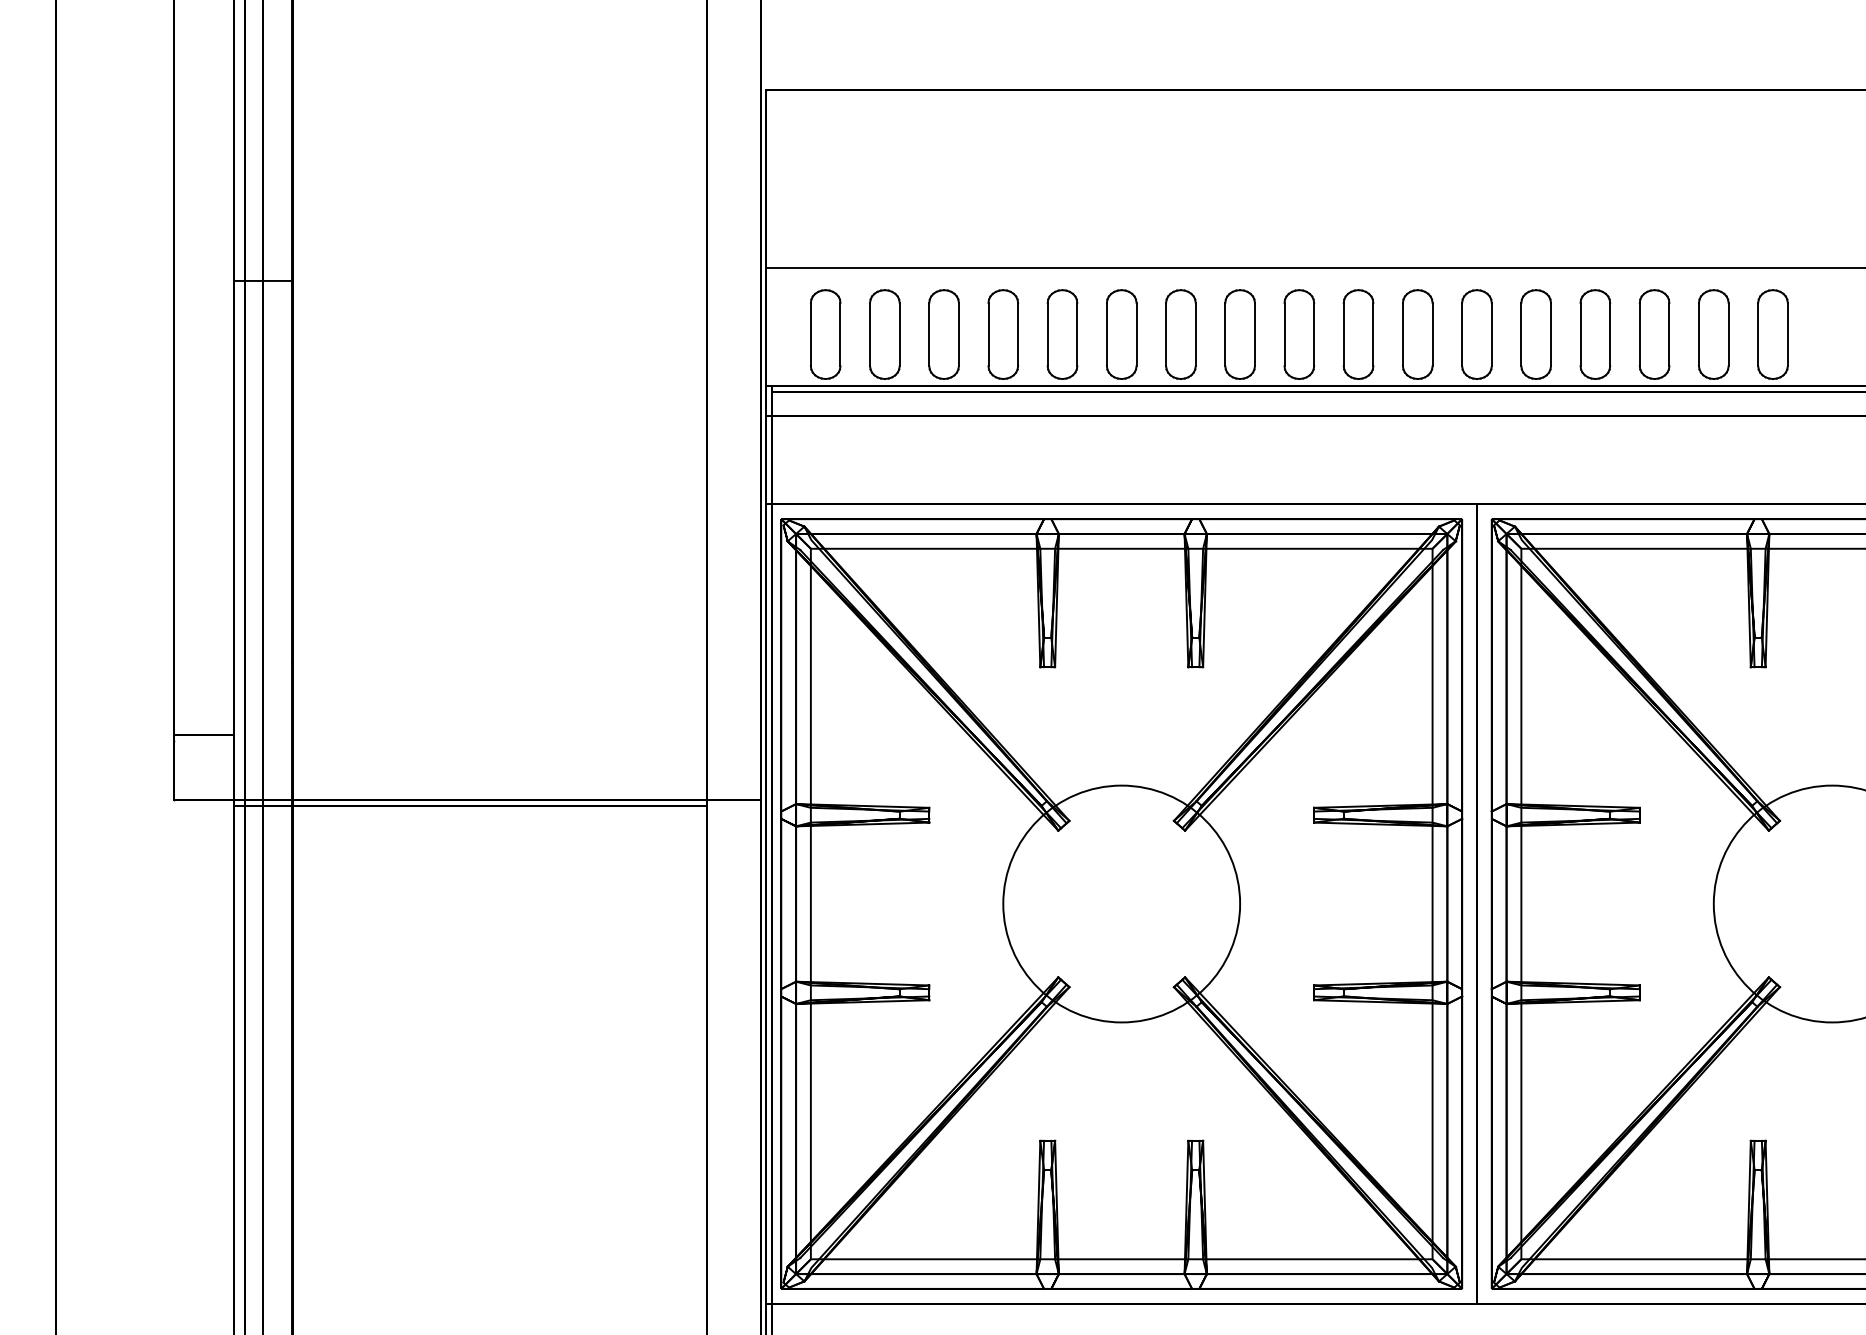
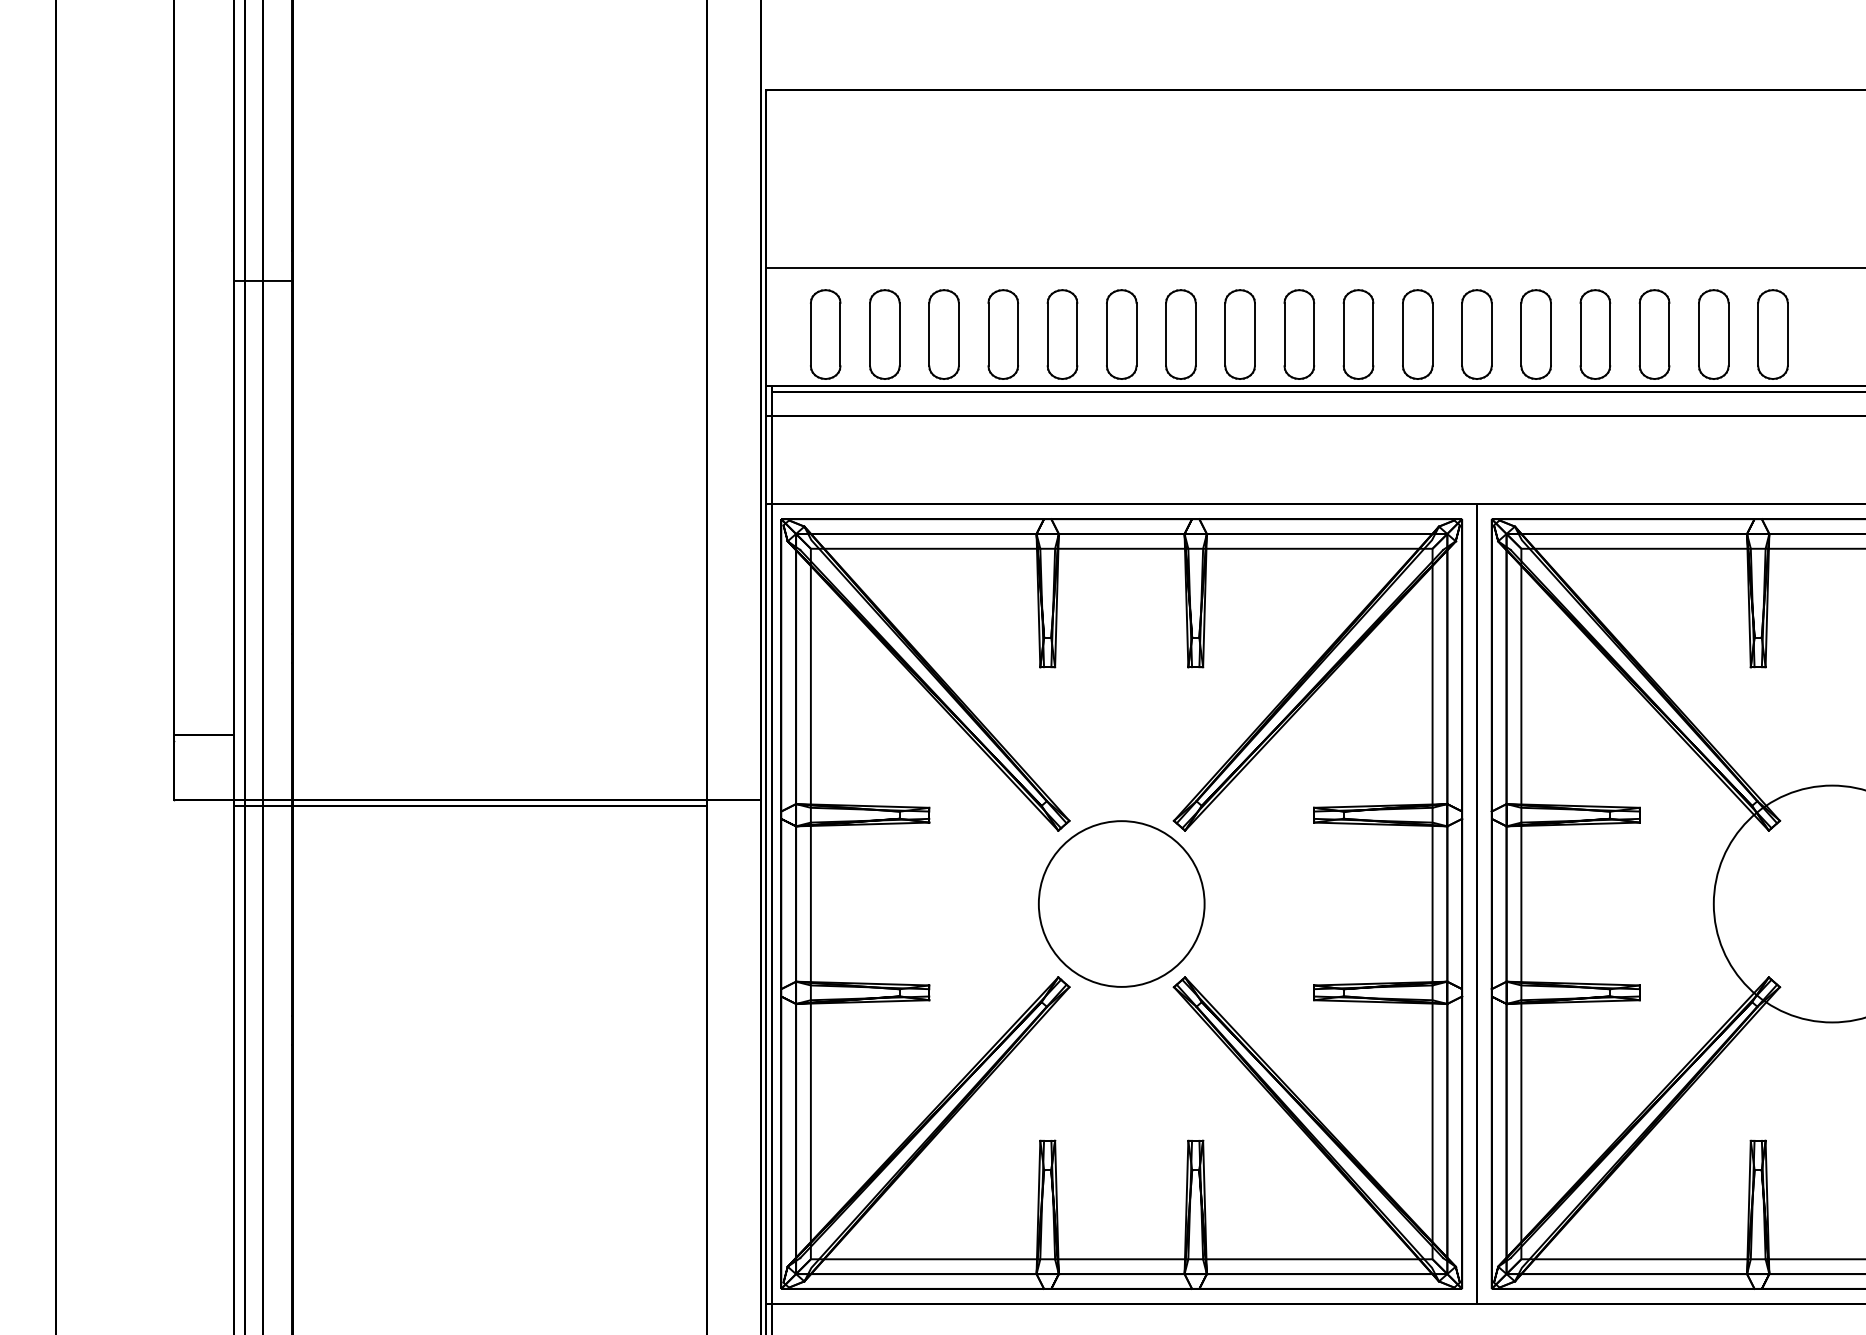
circle at (1121, 903) diameter: 237 px -> 166 px
